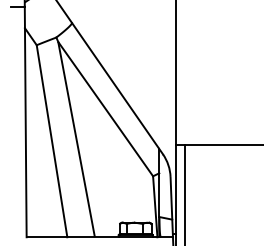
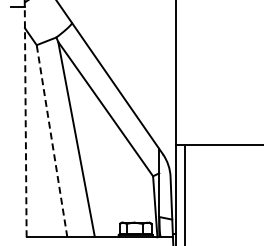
line at (25, 121): solid -> dashed
line at (51, 140): solid -> dashed
